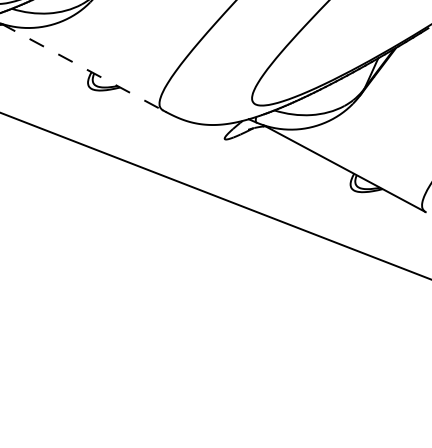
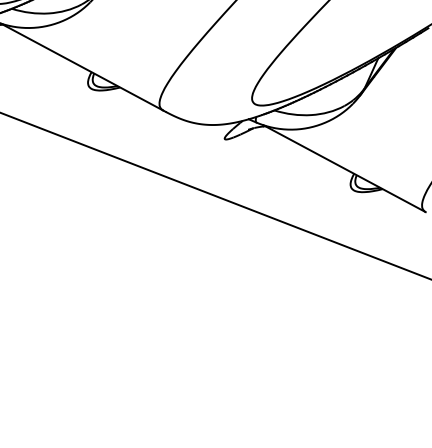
line at (82, 67): dashed -> solid
